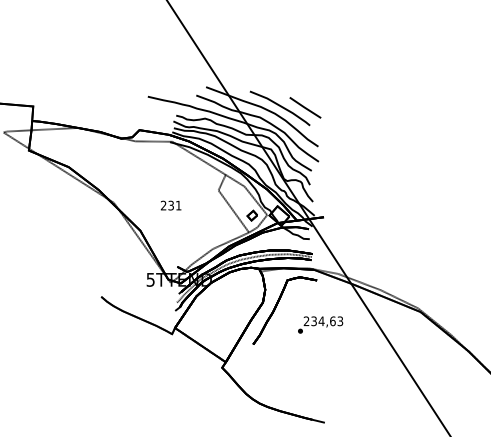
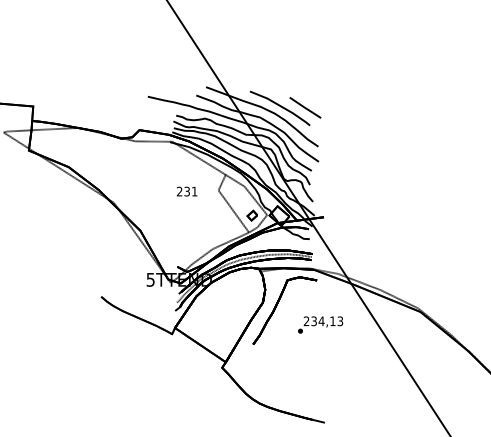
text at (171, 205) position: (171, 205) -> (187, 191)
text at (332, 321): 234,63 -> 234,13
